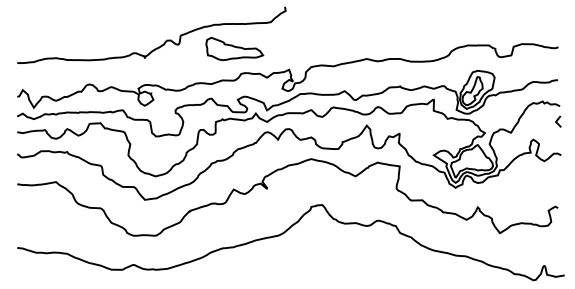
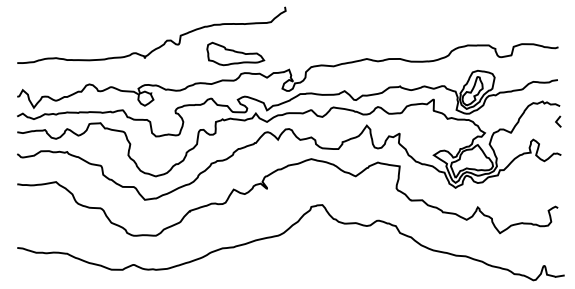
part at (234, 48) position: (234, 48) -> (235, 53)
